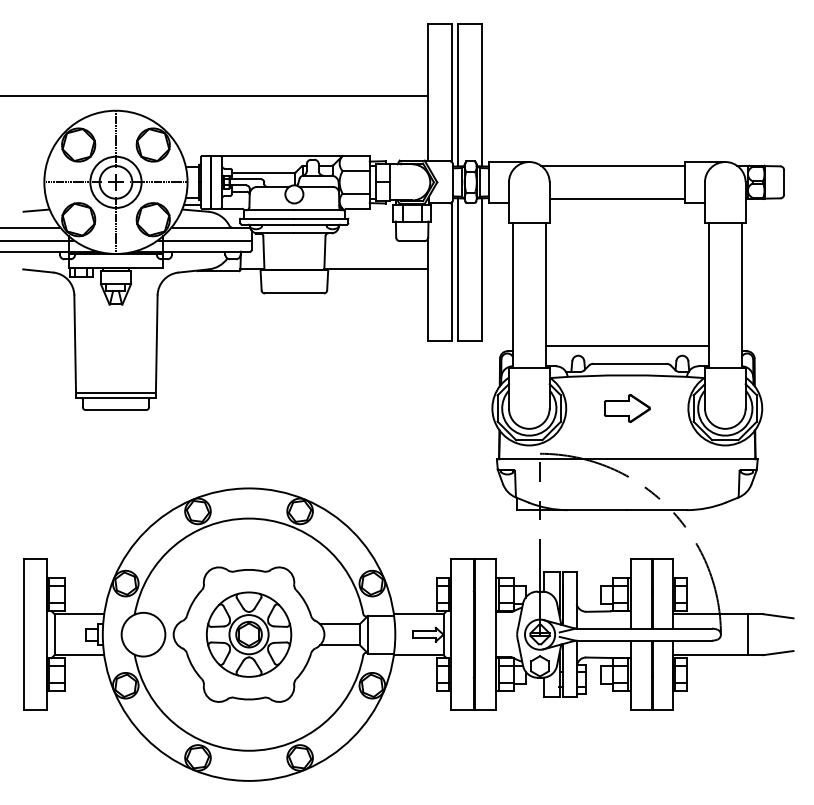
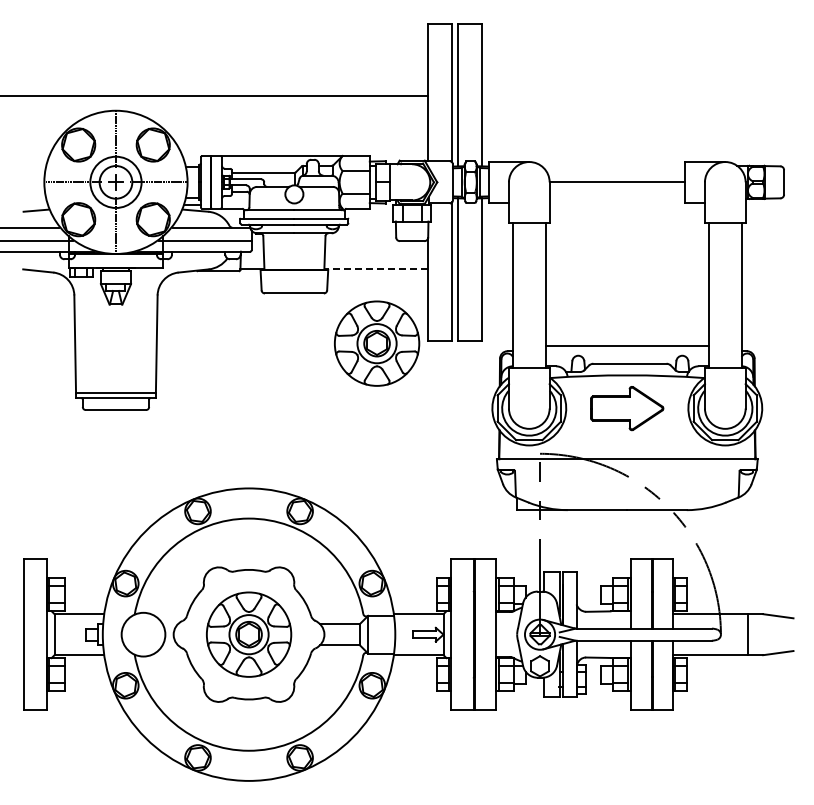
line at (612, 166): present -> none
line at (616, 198) position: (616, 198) -> (616, 181)
line at (376, 268): solid -> dashed
part at (377, 343): none -> present
part at (627, 408) size: 47x29 px -> 75x46 px
